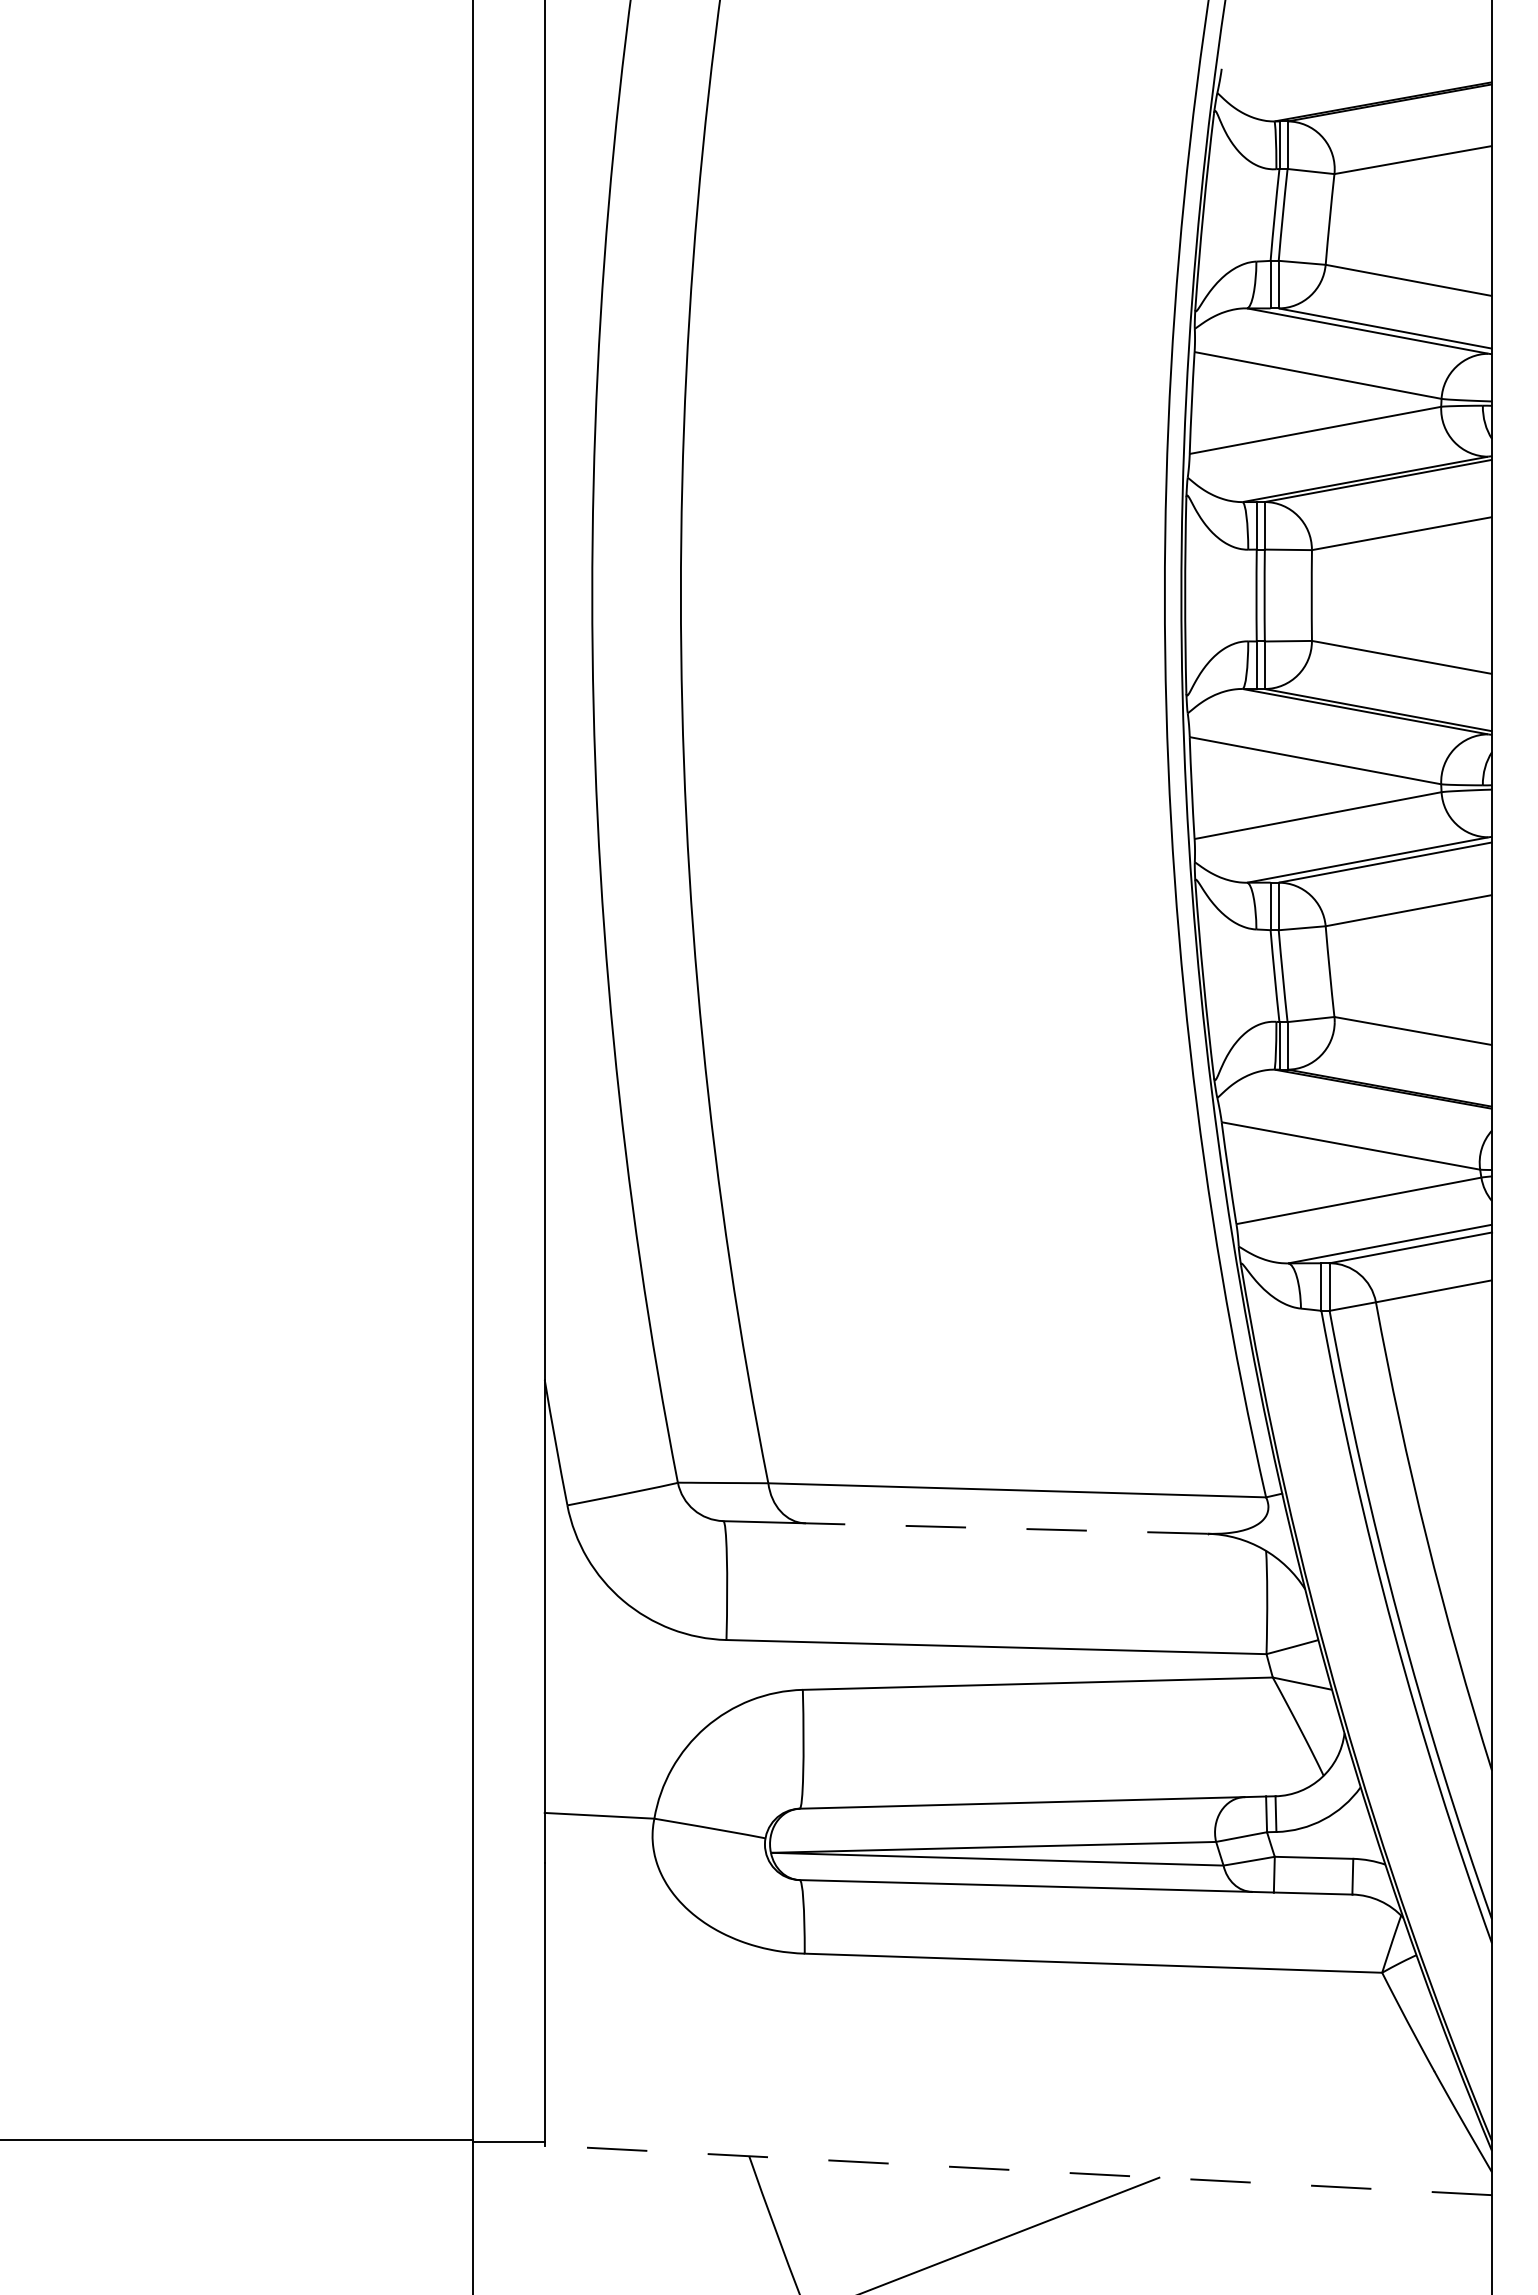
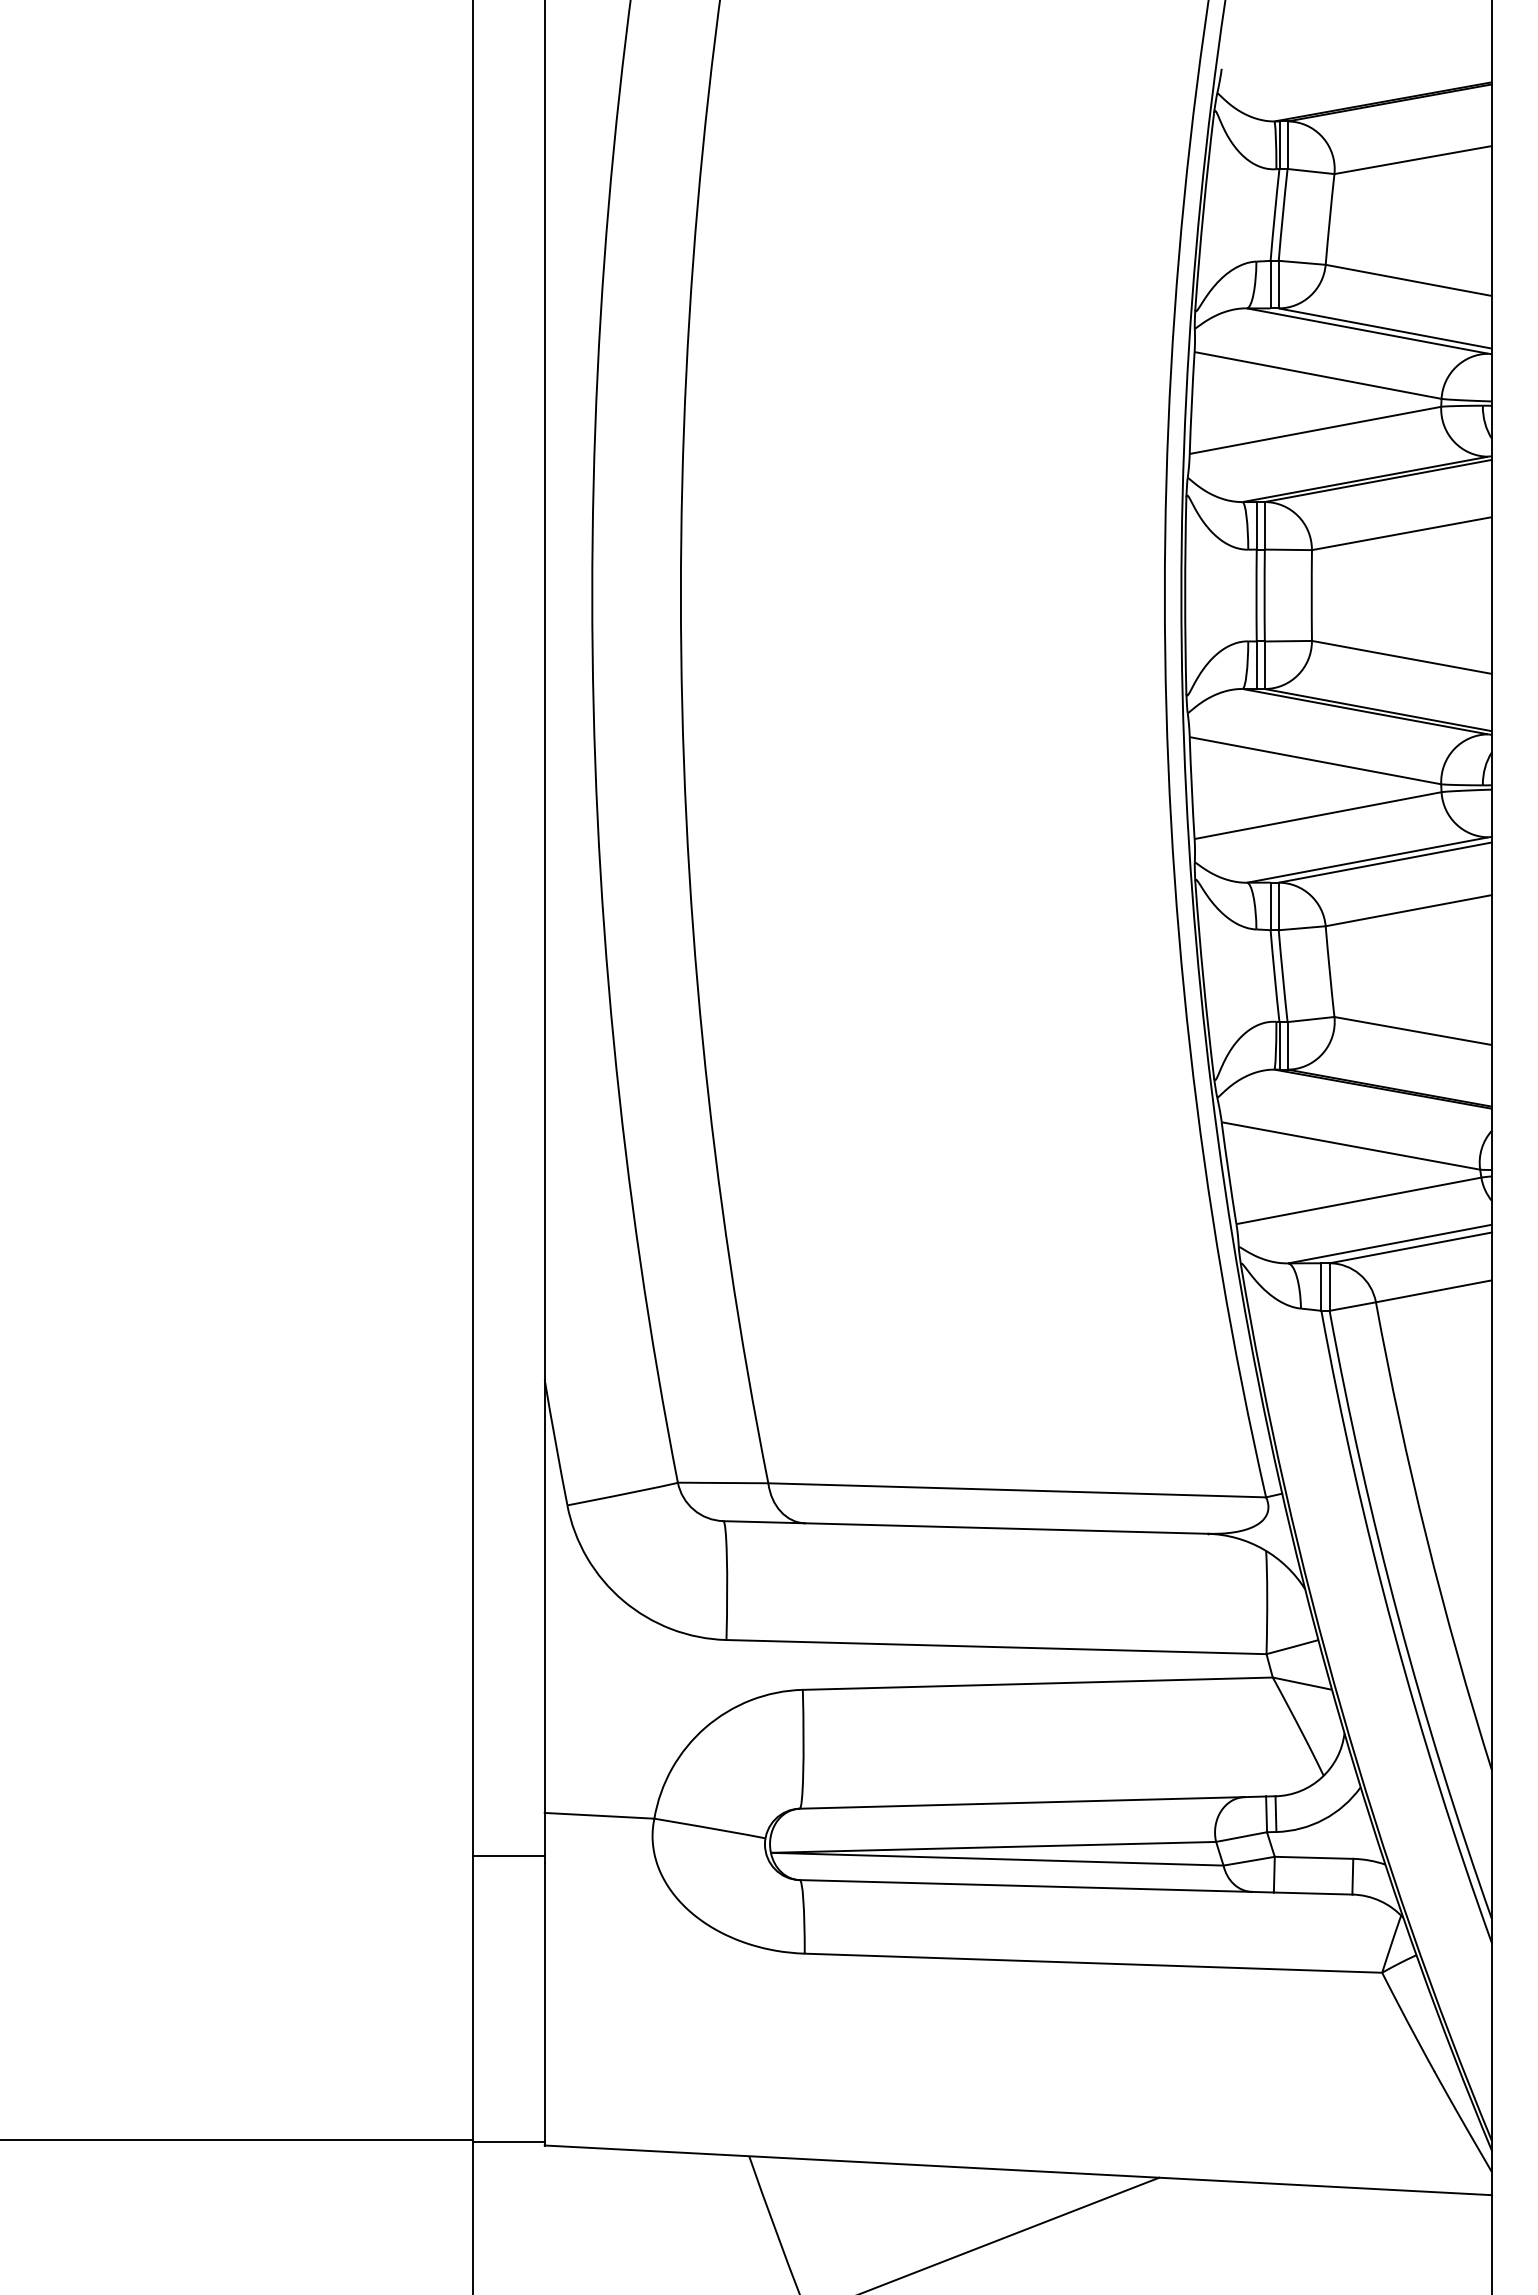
line at (1005, 1528): dashed -> solid
line at (508, 1856): none -> present
line at (1017, 2170): dashed -> solid
